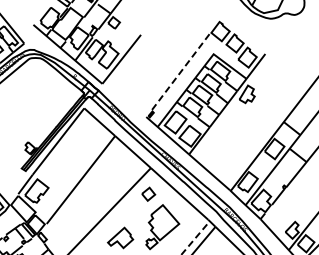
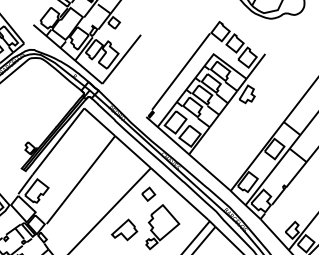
line at (181, 71): dashed -> solid
part at (120, 237) position: (120, 237) -> (124, 229)
line at (195, 237): dashed -> solid
